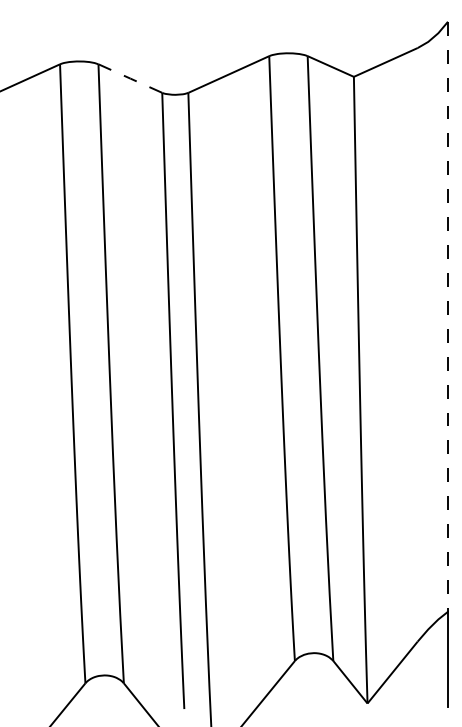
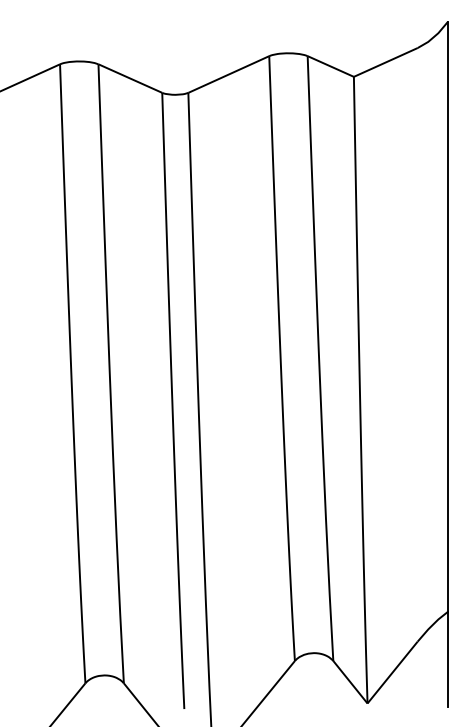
line at (130, 78): dashed -> solid
line at (447, 316): dashed -> solid
